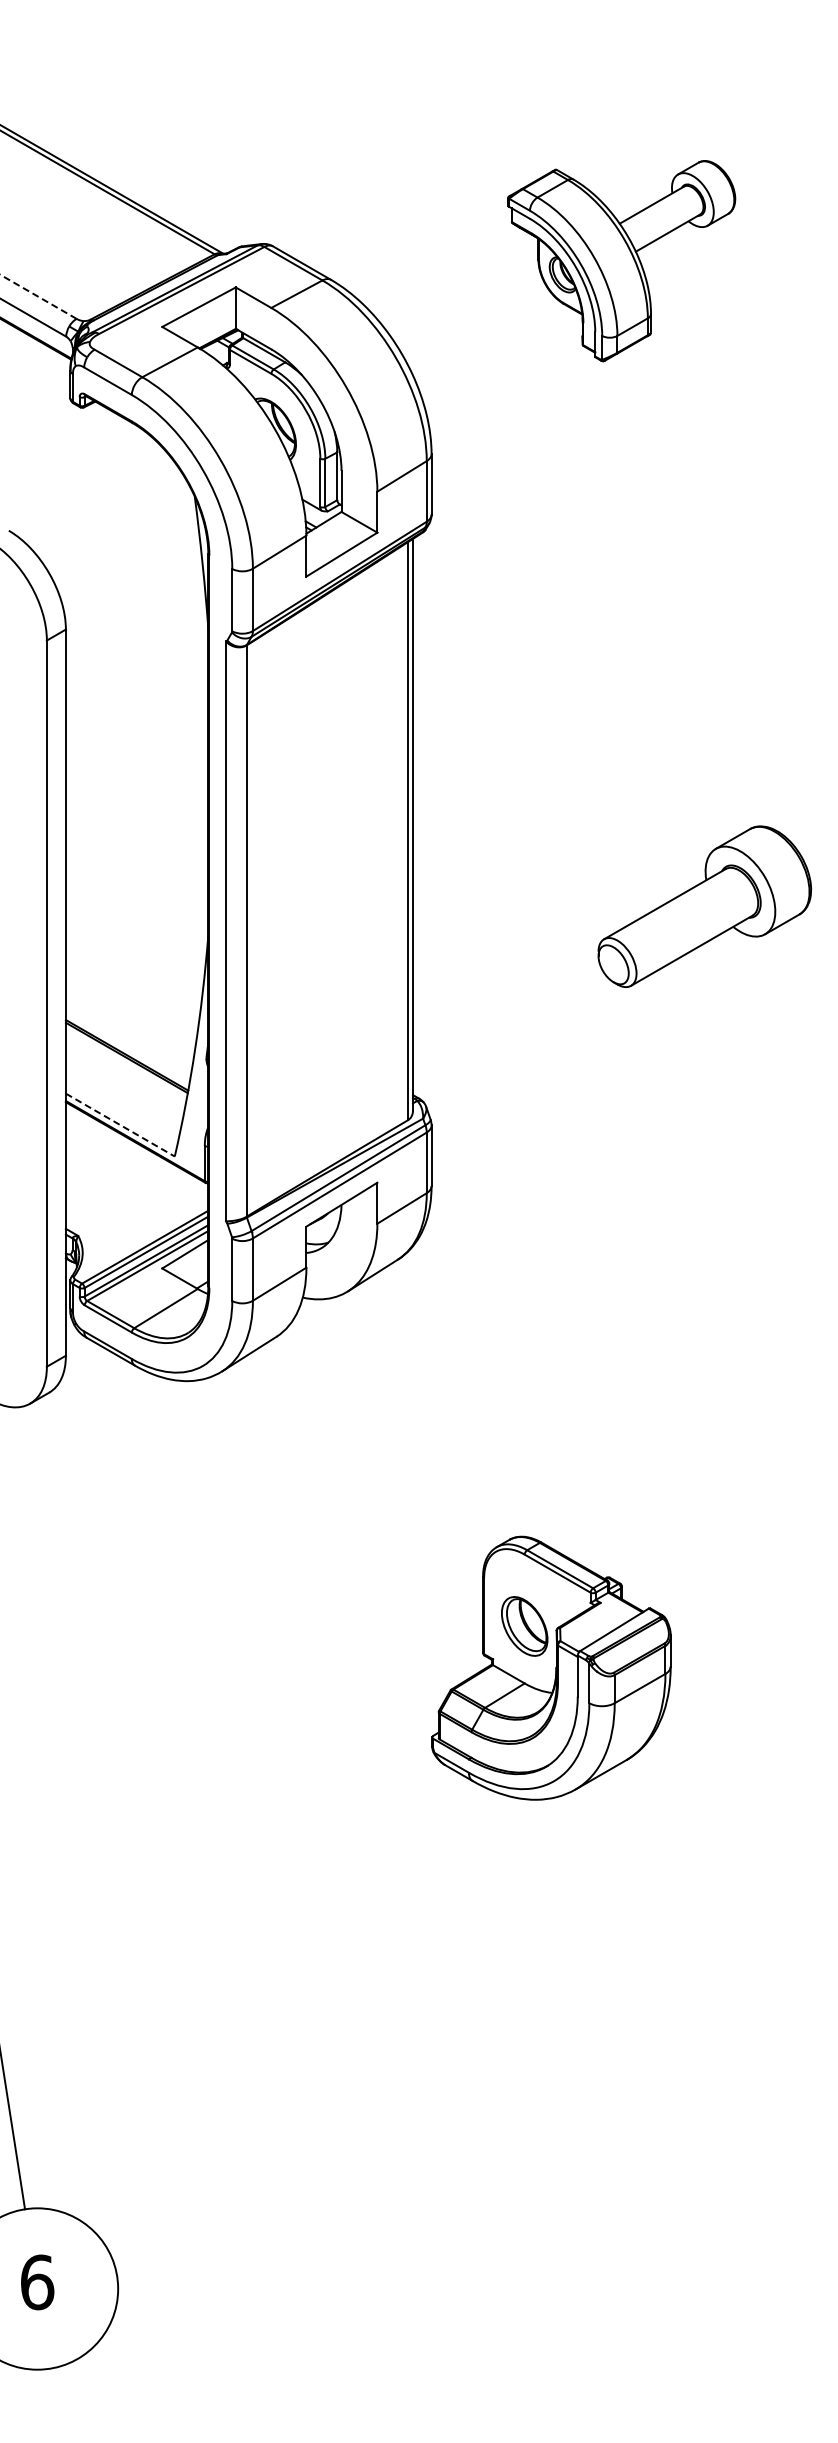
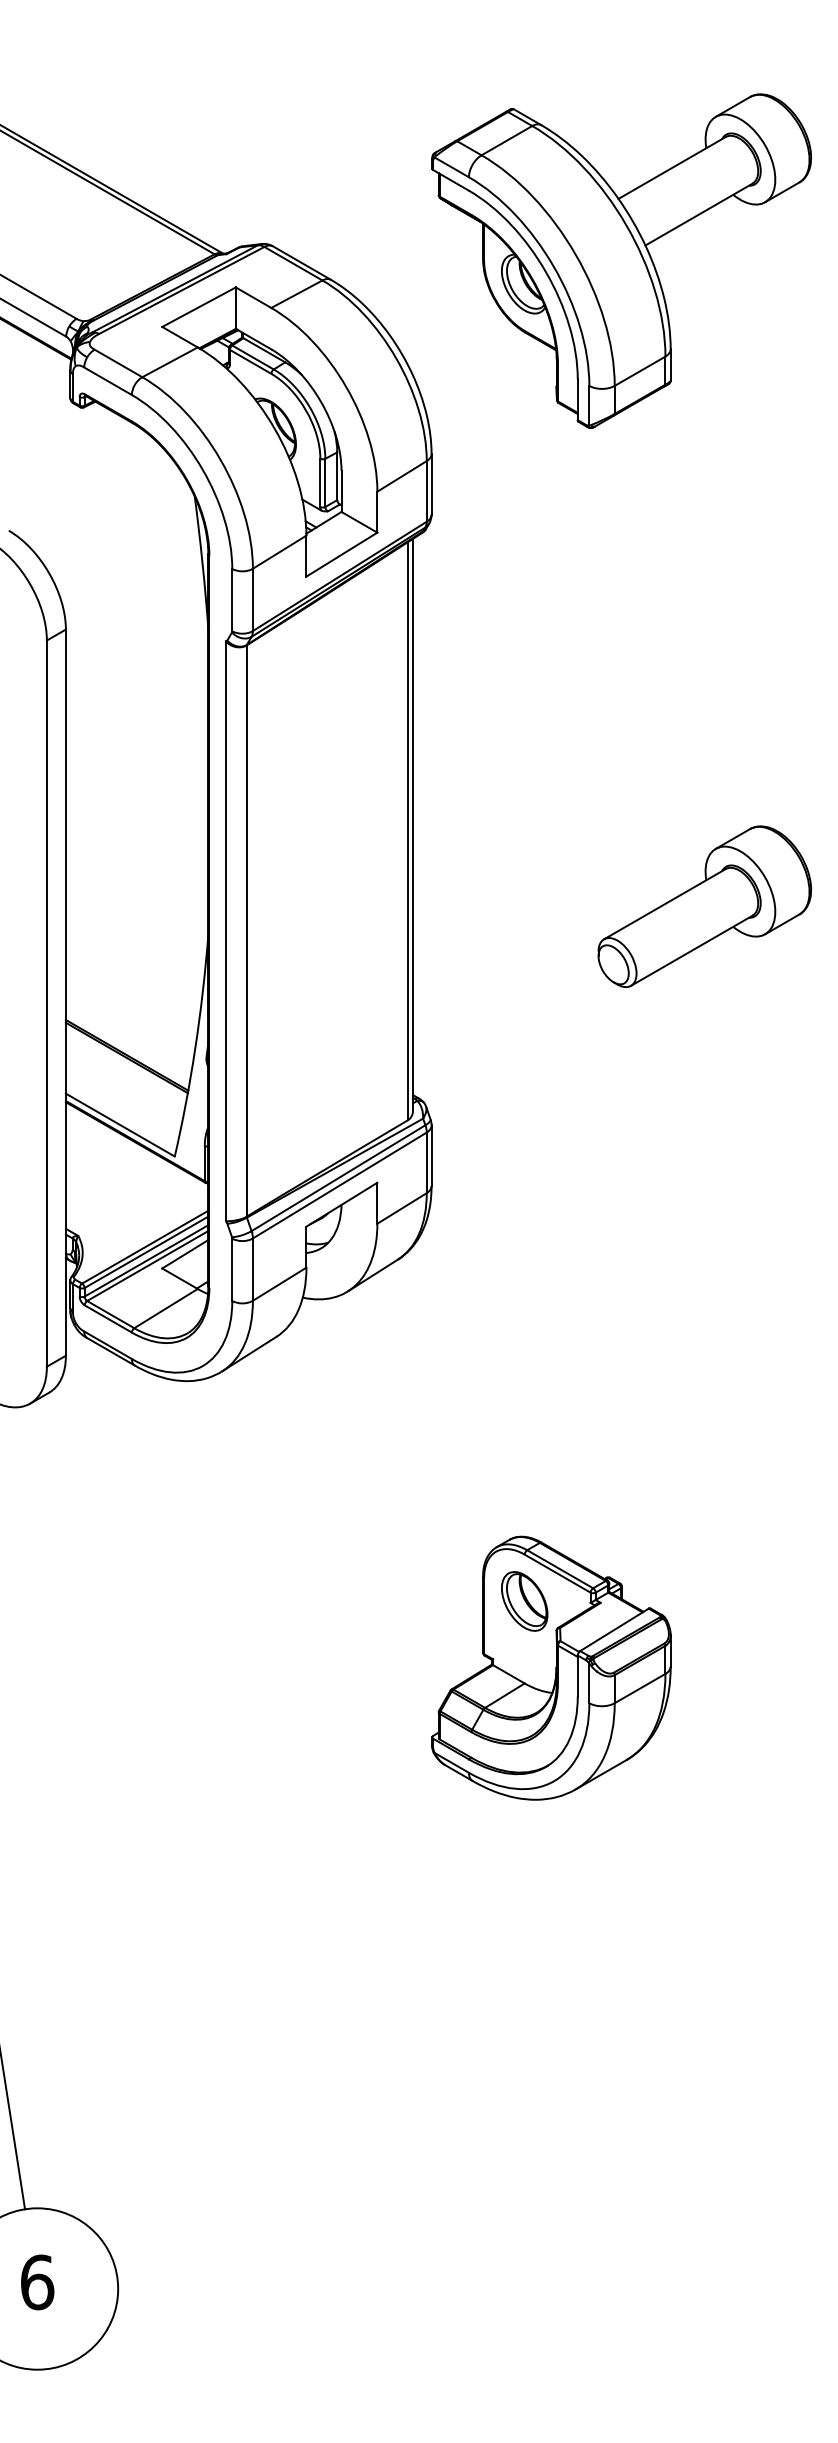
part at (621, 261) size: 230x203 px -> 381x336 px
line at (38, 296): dashed -> solid
line at (120, 1125): dashed -> solid
part at (524, 1626) position: (524, 1626) -> (524, 1601)
